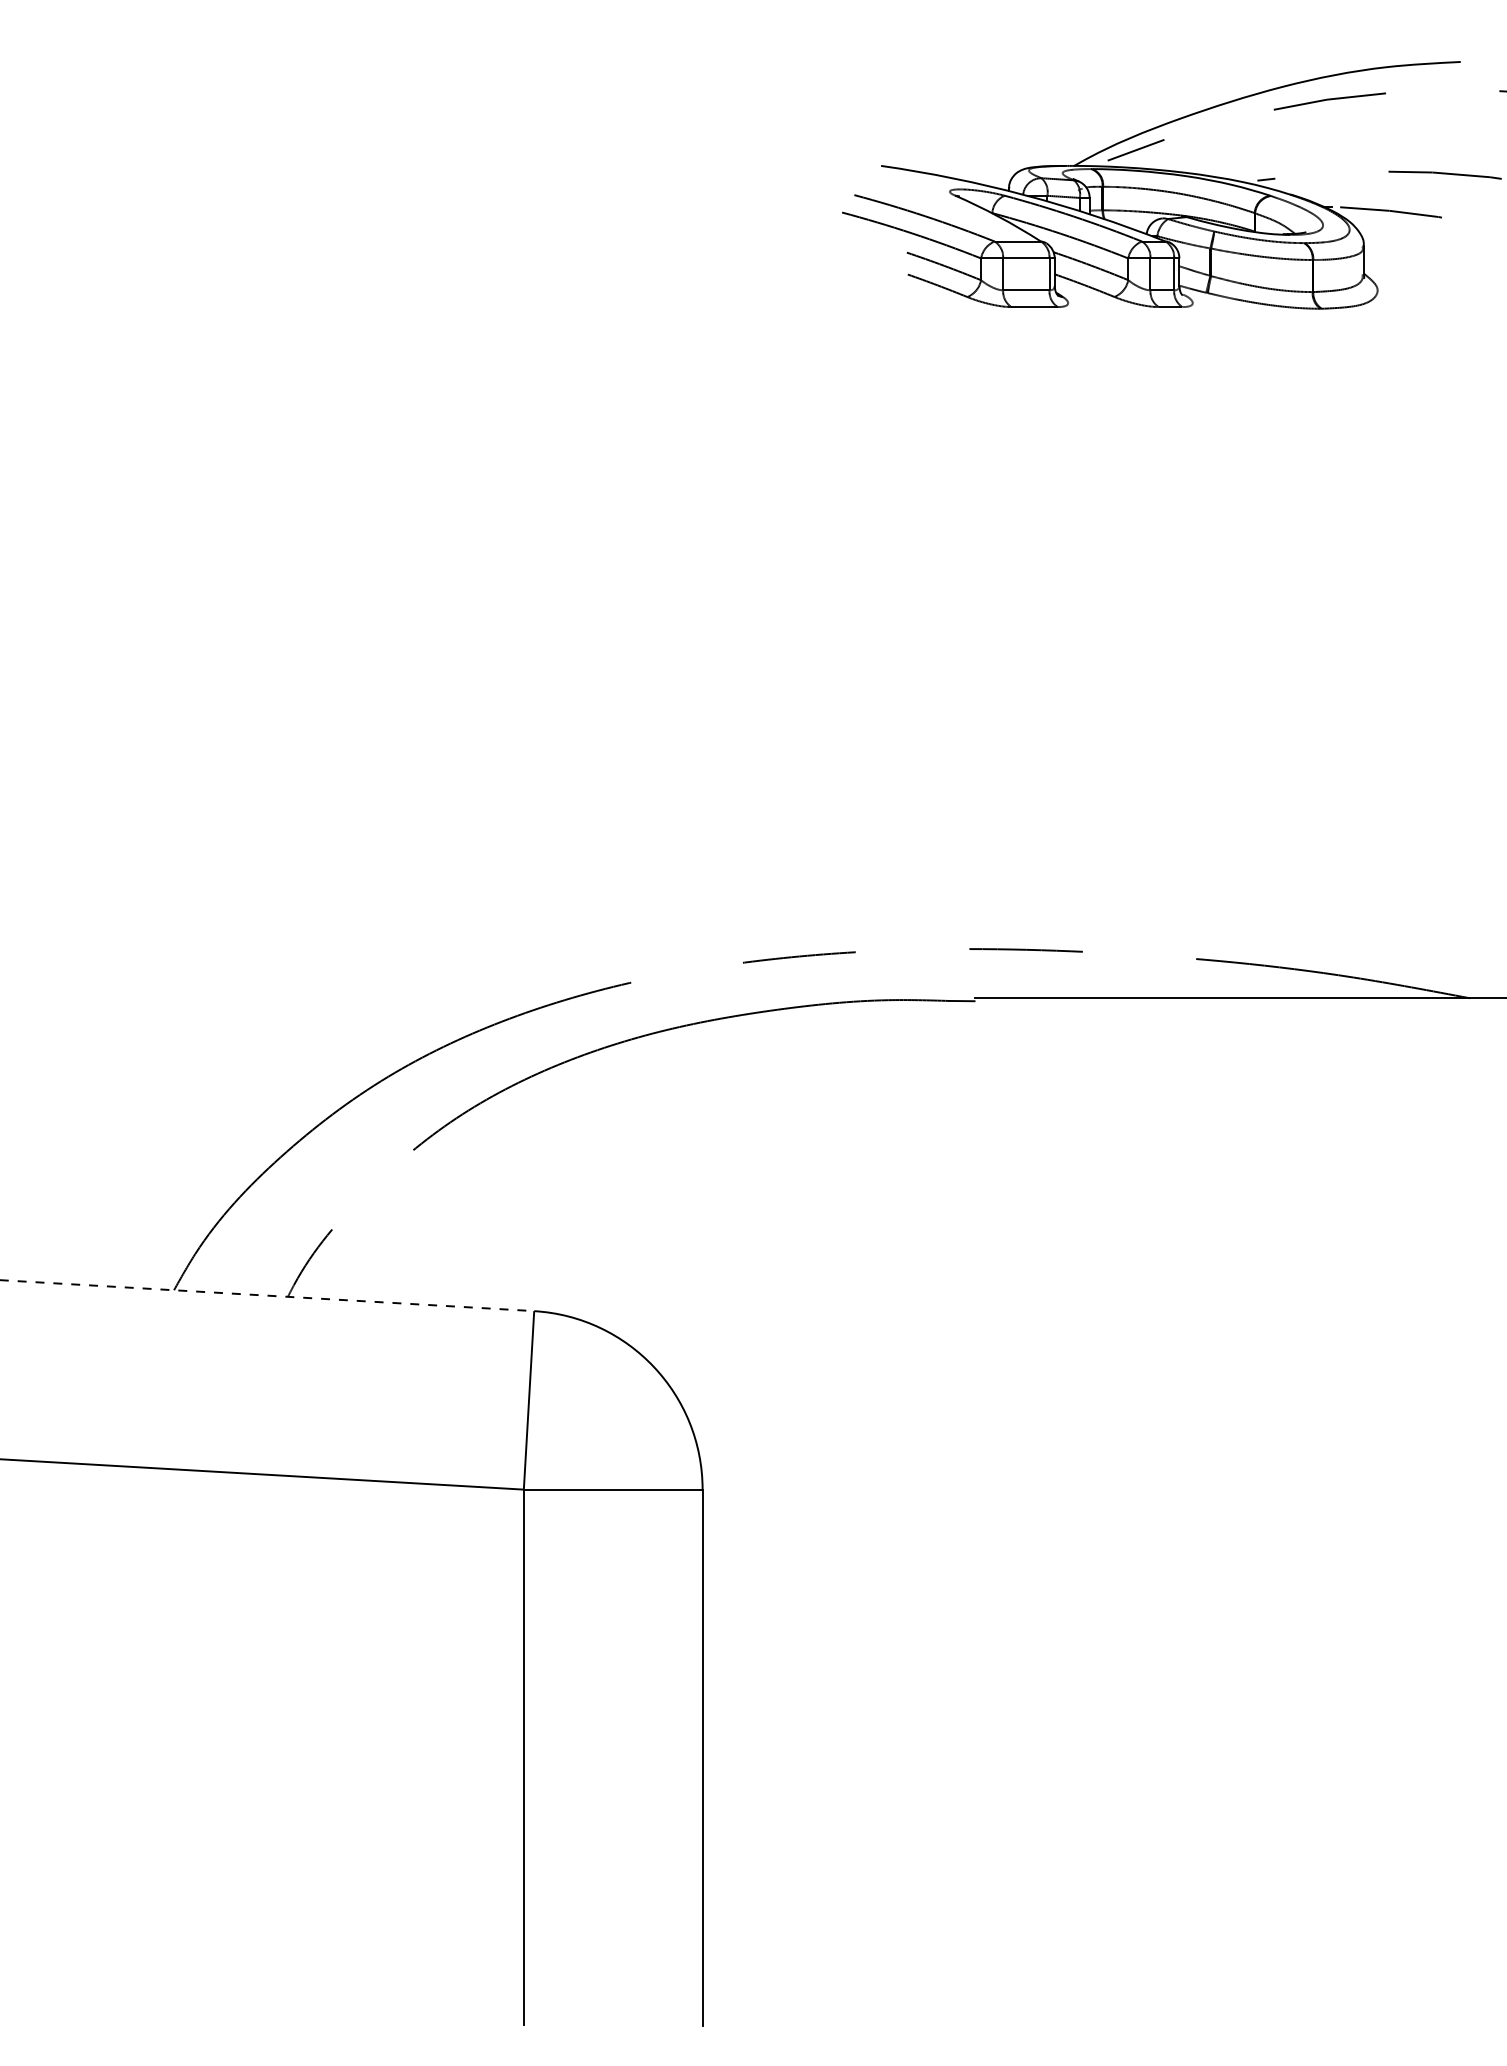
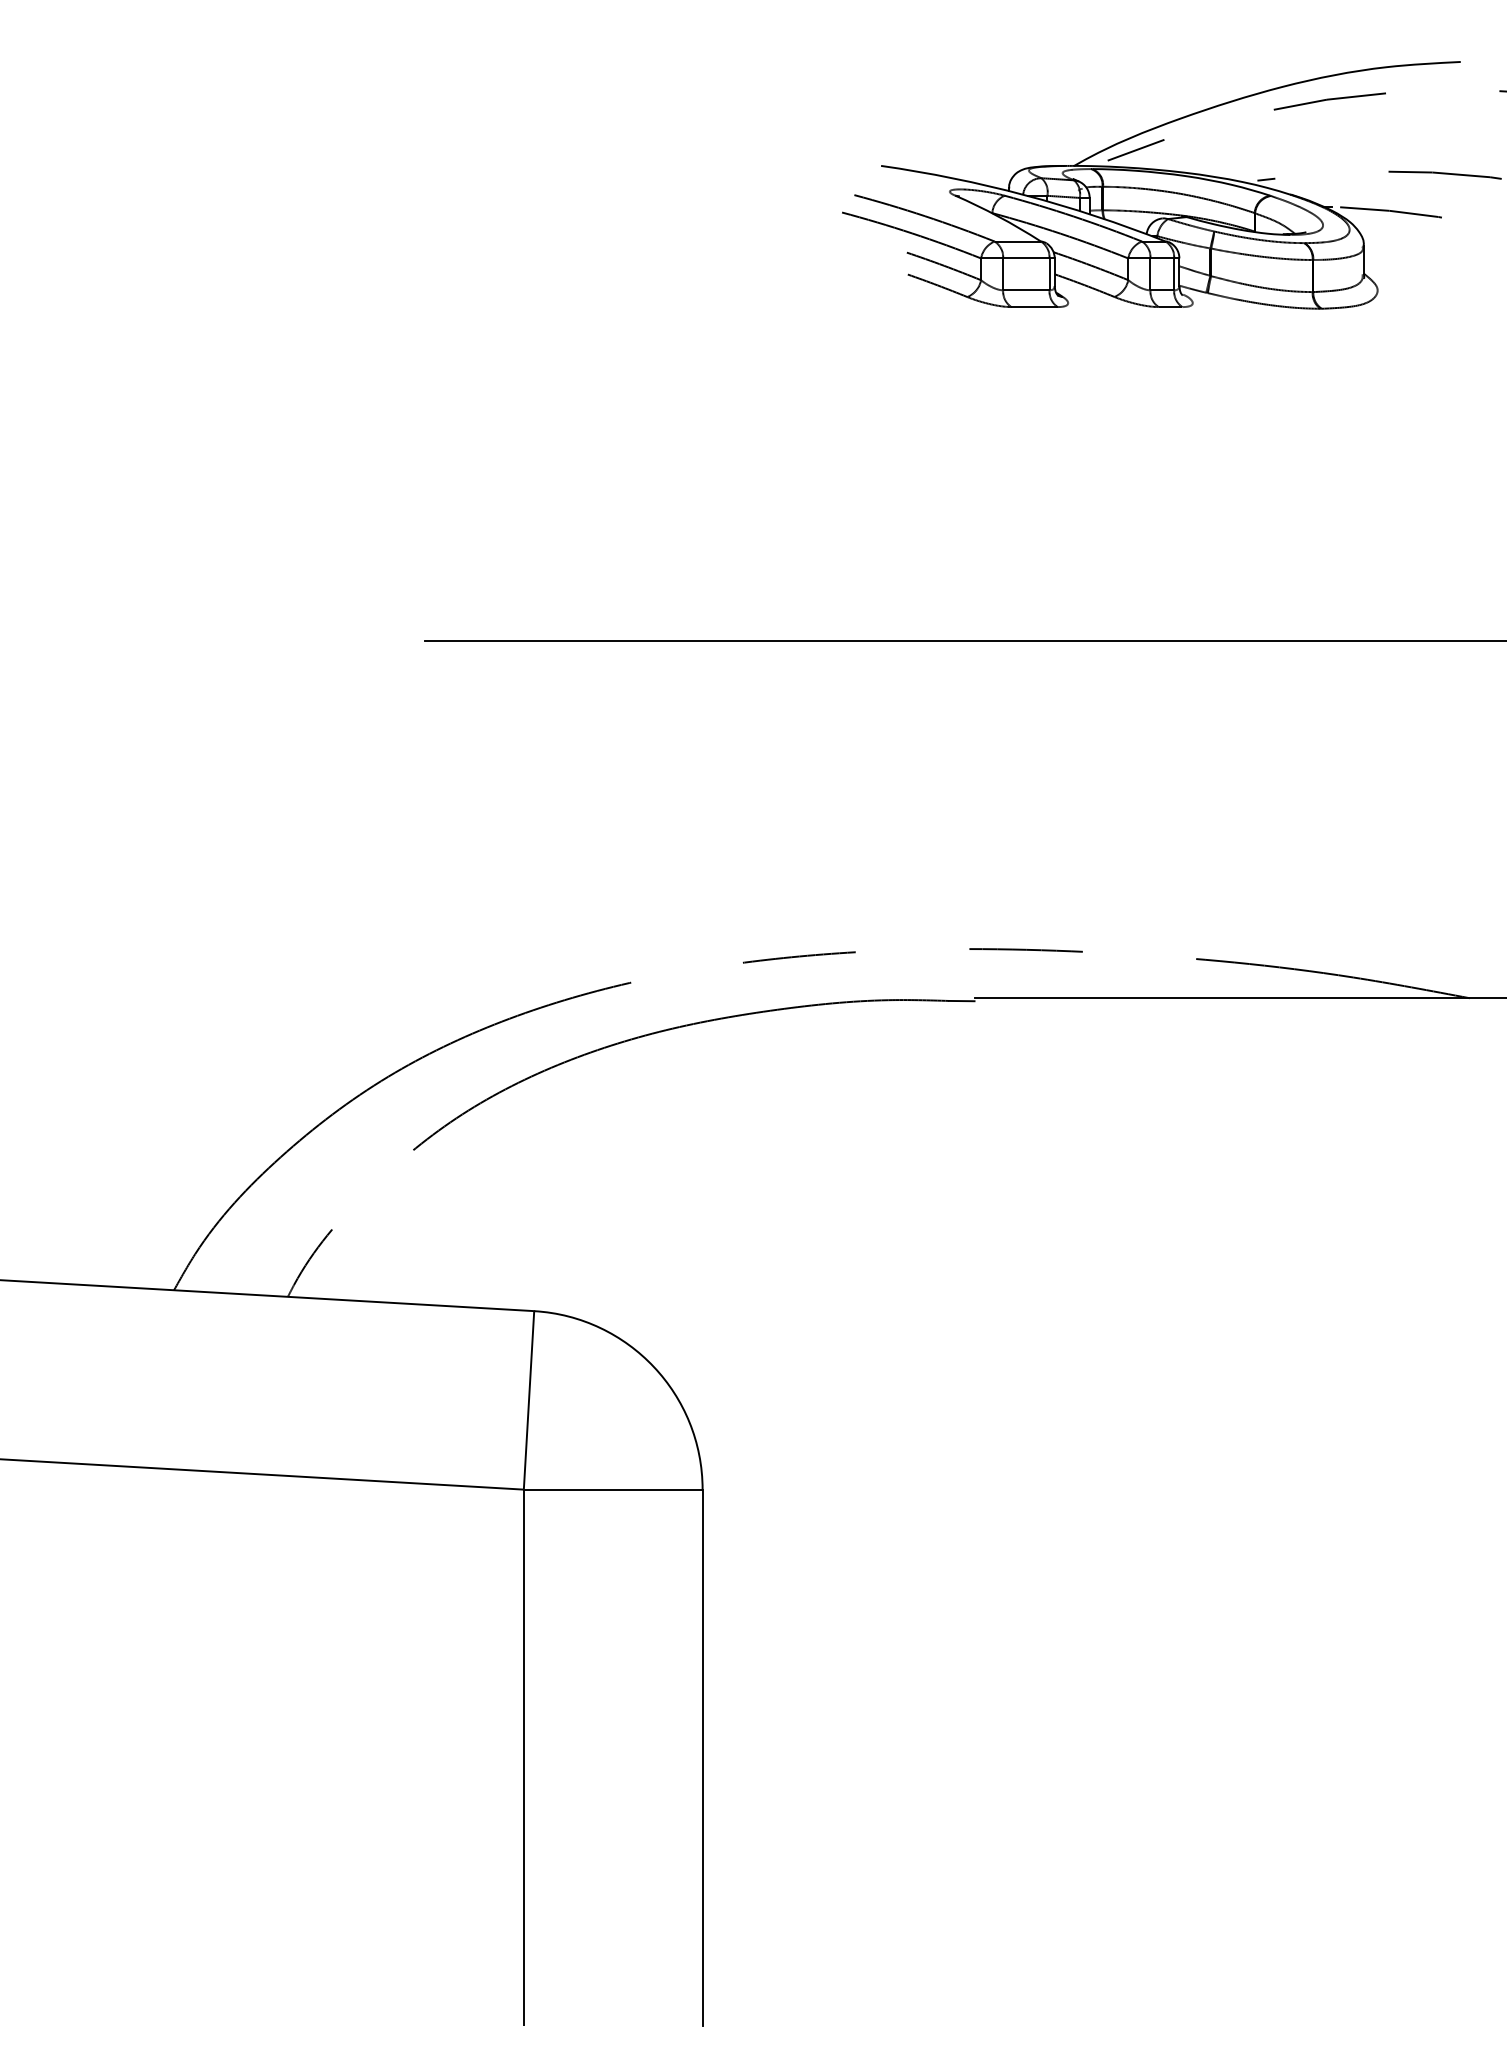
line at (963, 640): none -> present
line at (267, 1295): dashed -> solid
